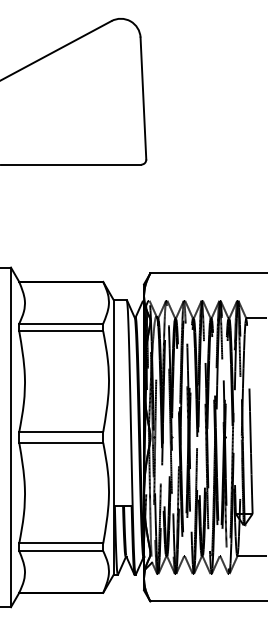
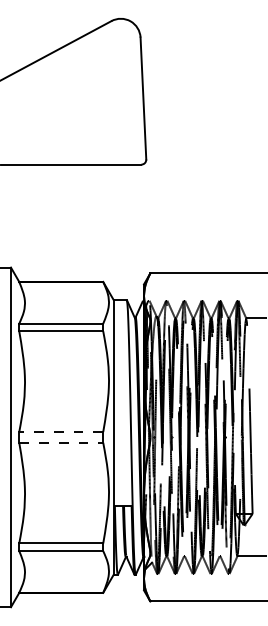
line at (61, 432): solid -> dashed
line at (61, 442): solid -> dashed
